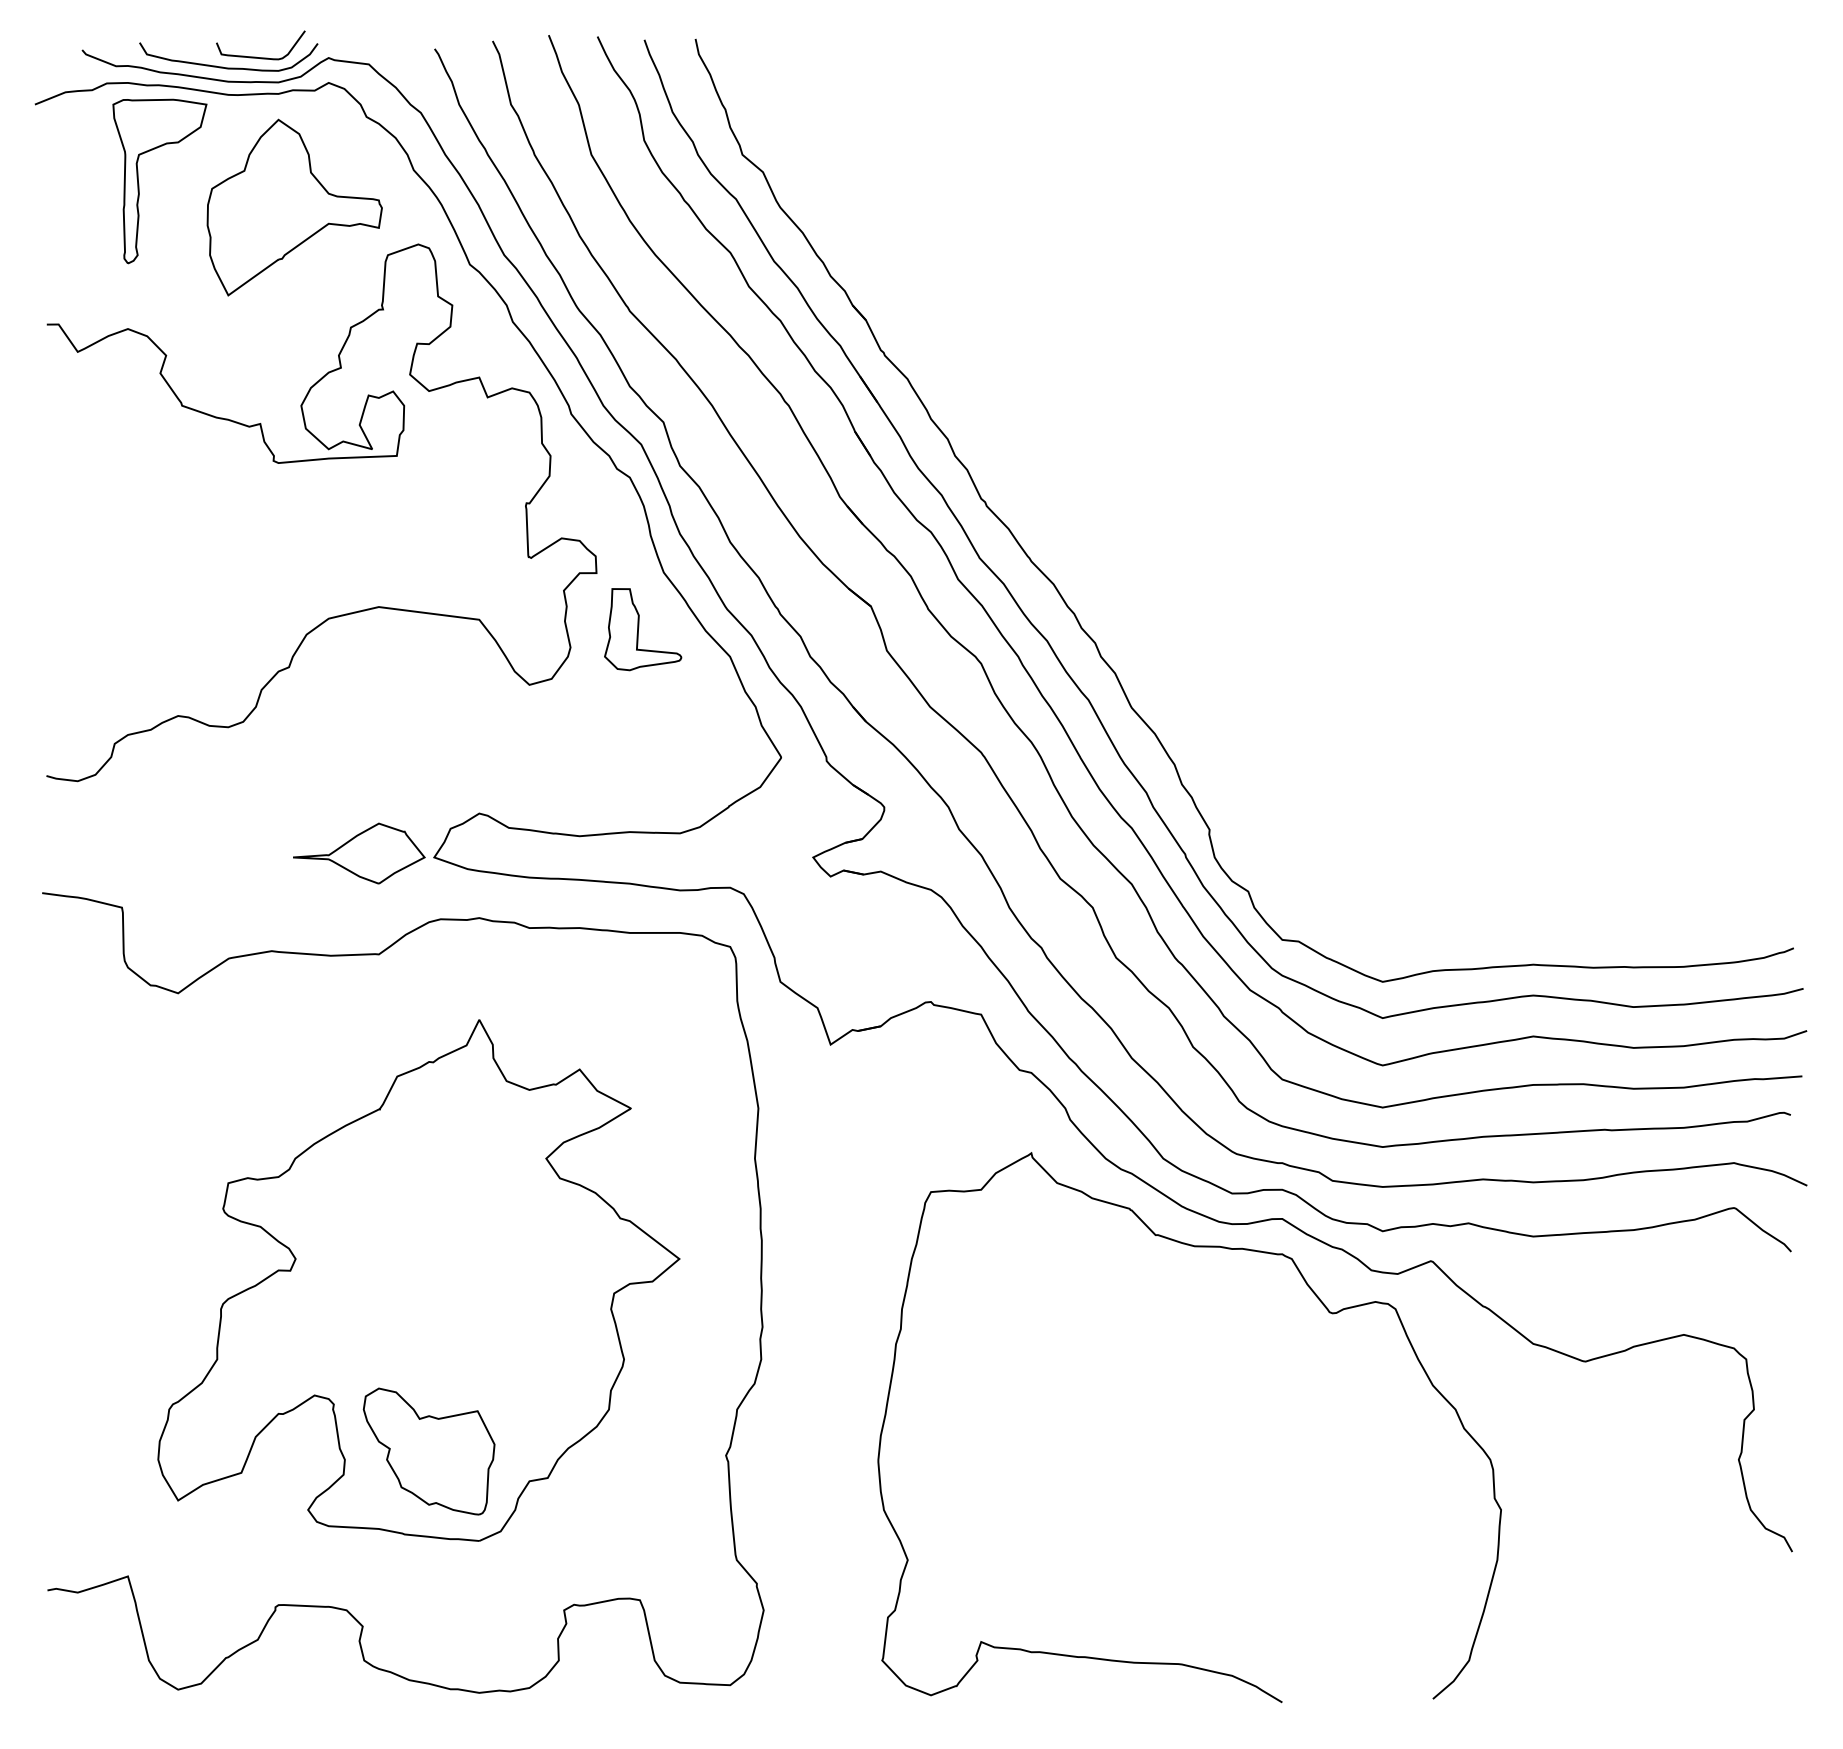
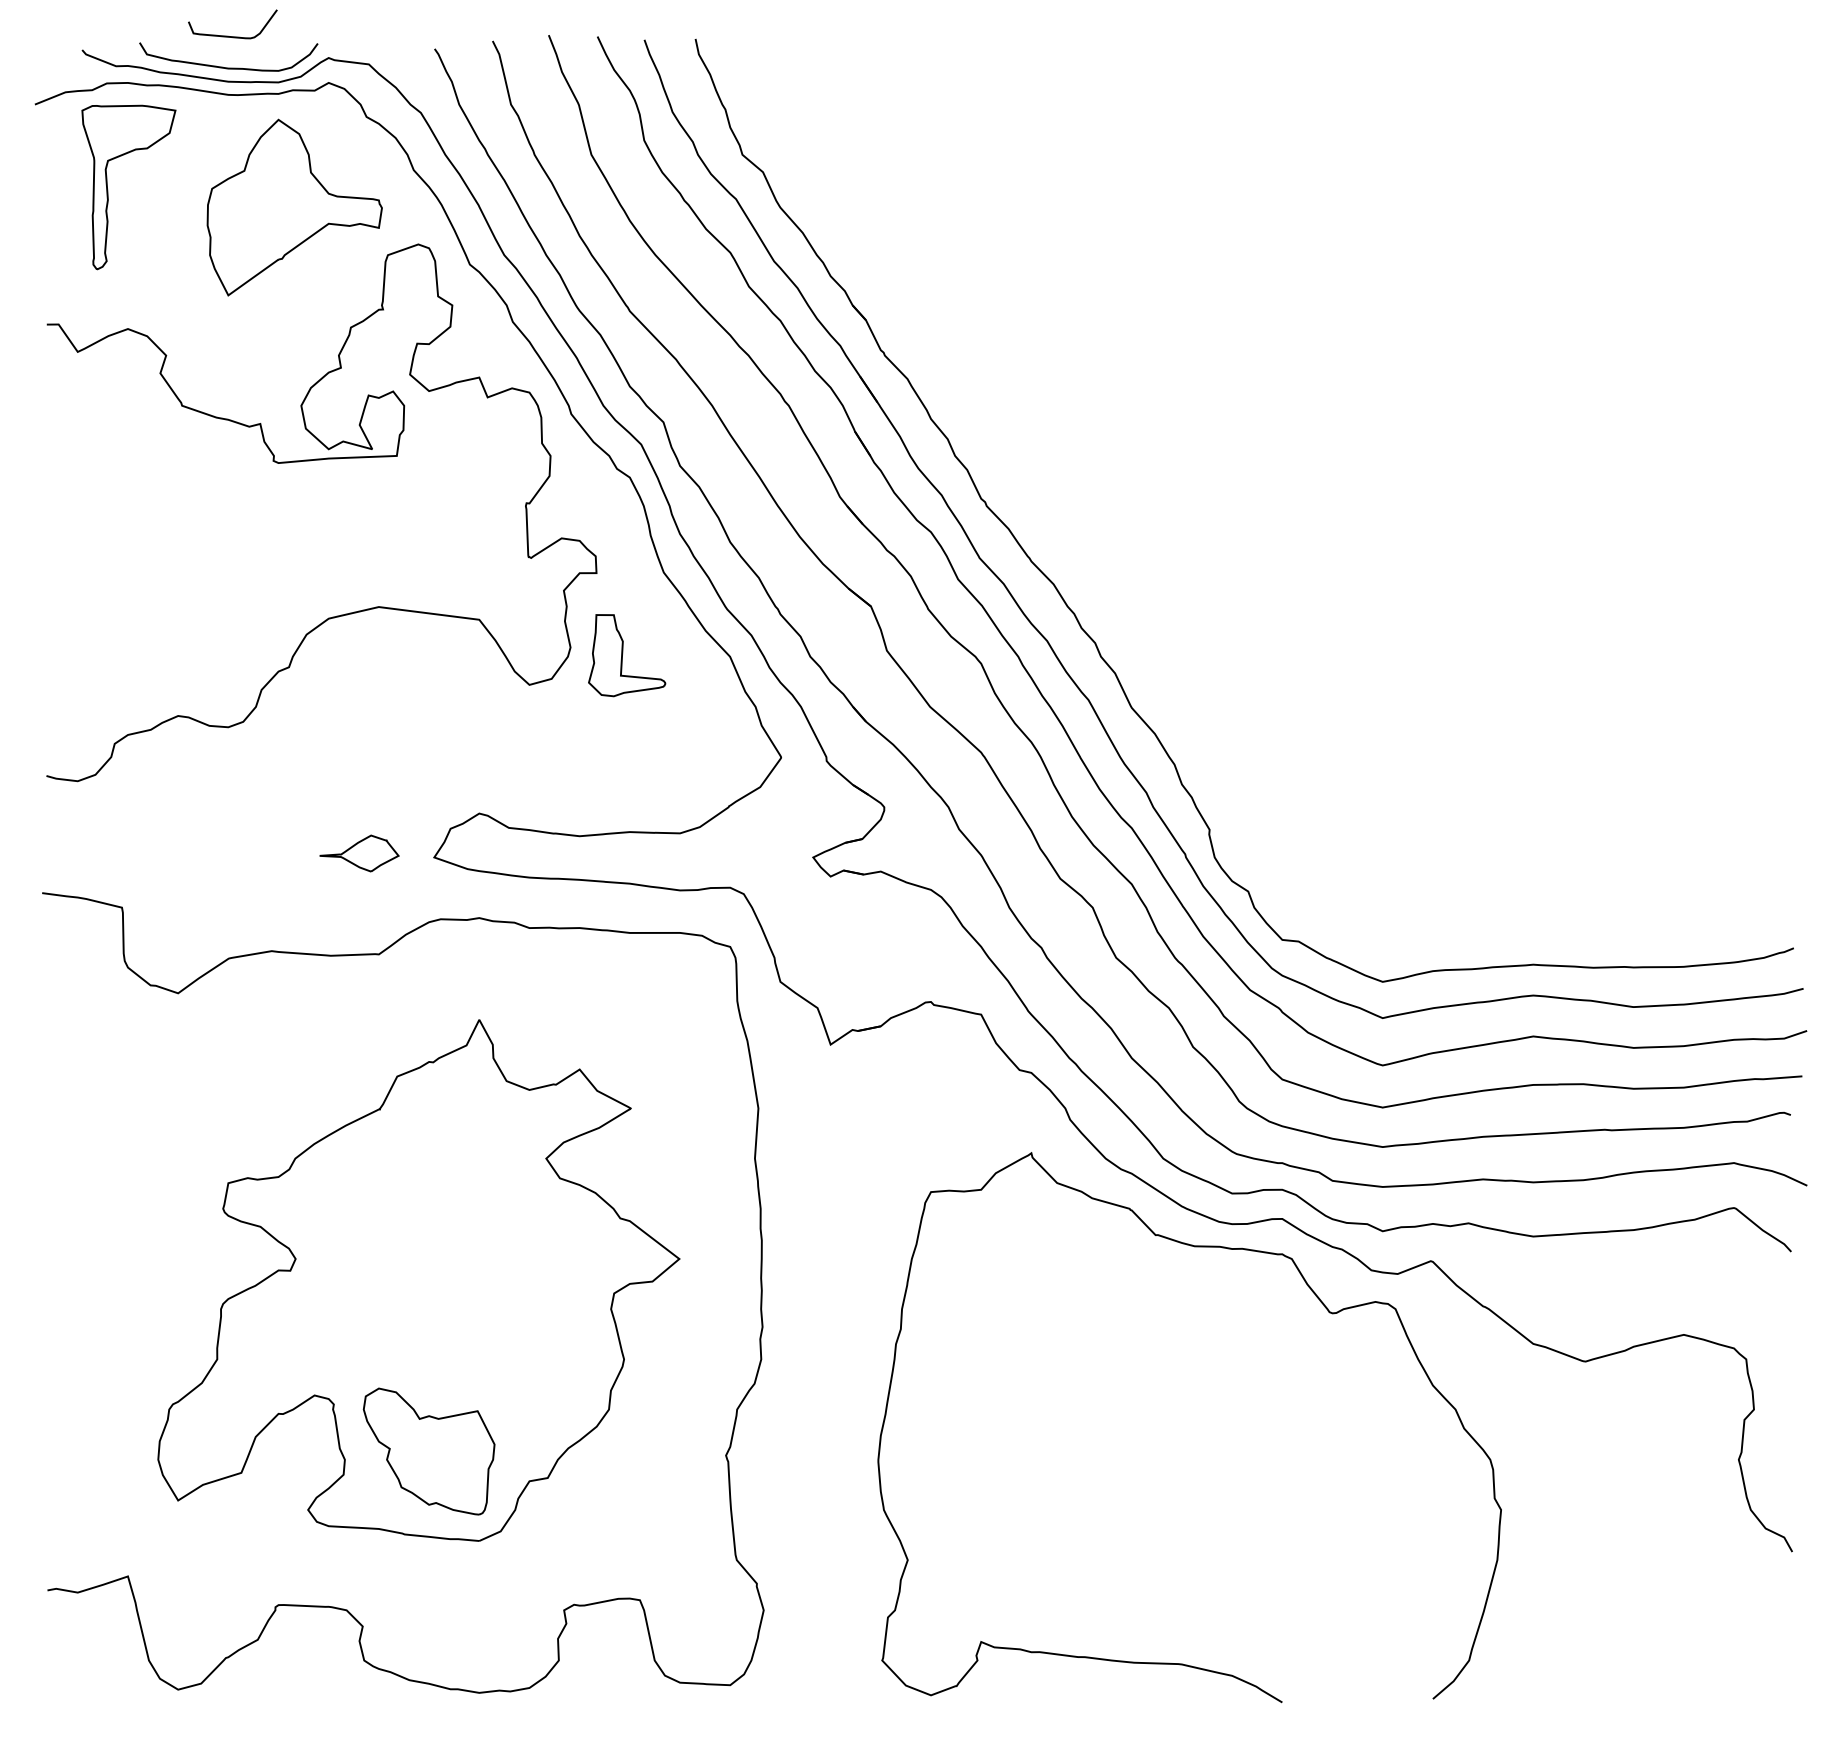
curve at (256, 56) position: (256, 56) -> (228, 35)
part at (139, 183) position: (139, 183) -> (108, 189)
part at (643, 629) position: (643, 629) -> (627, 655)
part at (359, 853) size: 133x63 px -> 81x39 px
